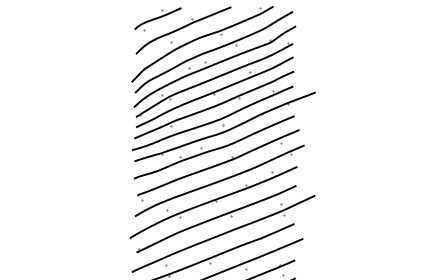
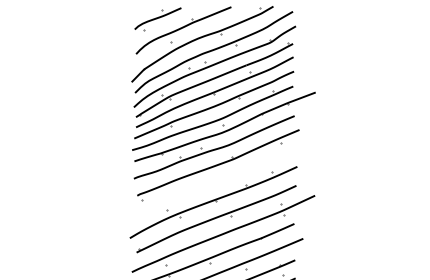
part at (219, 180): present -> none
